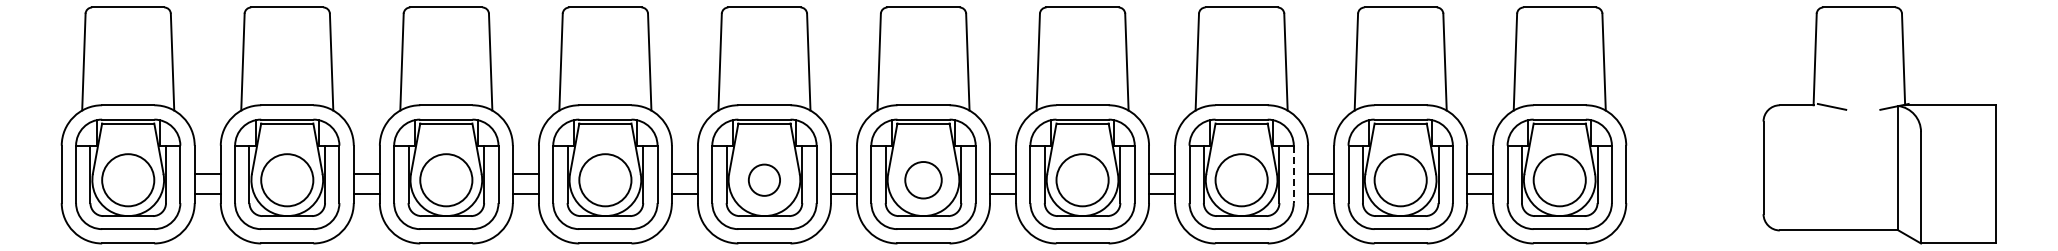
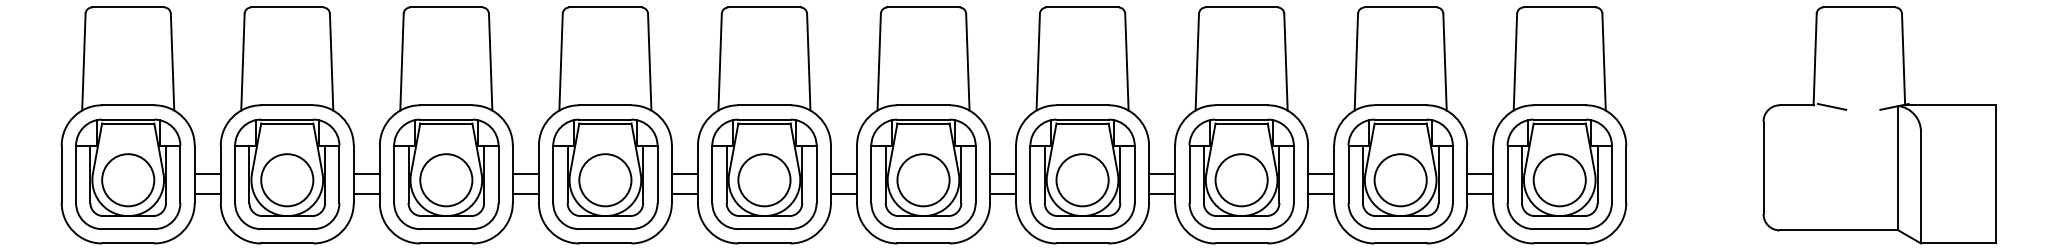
line at (1293, 174): dashed -> solid
circle at (764, 179) diameter: 31 px -> 52 px
circle at (923, 180) diameter: 37 px -> 52 px
